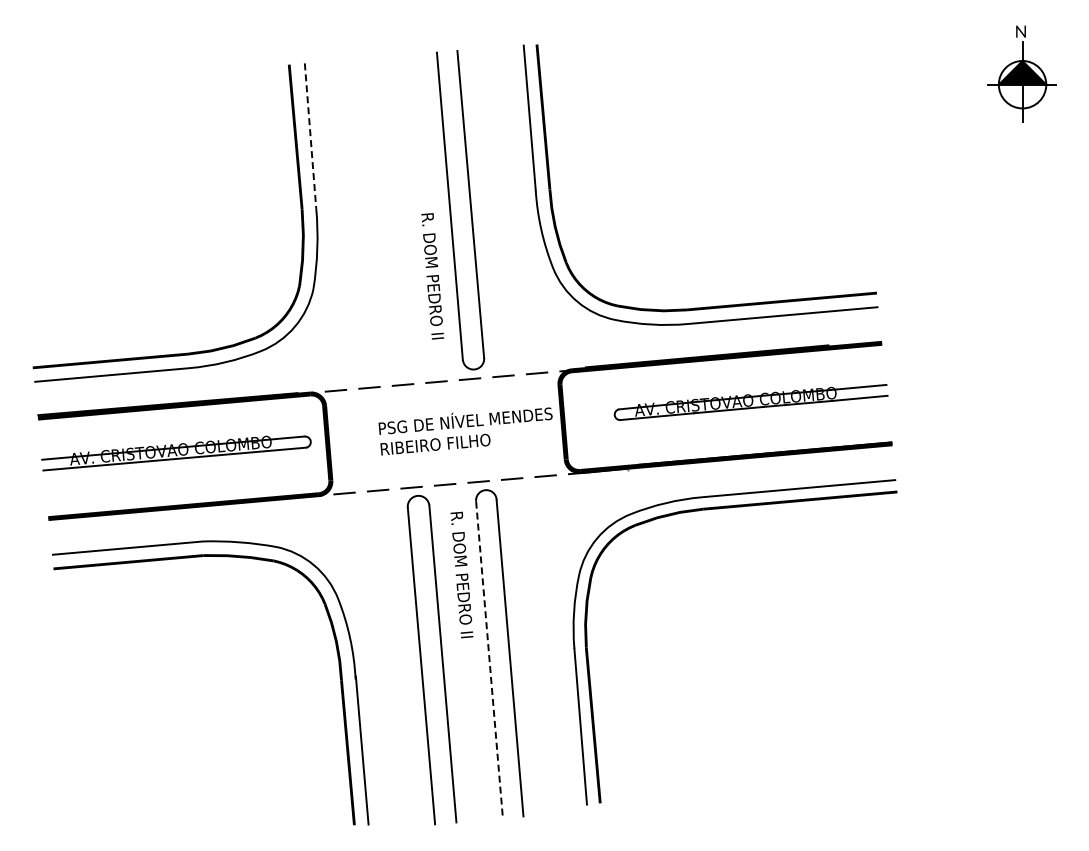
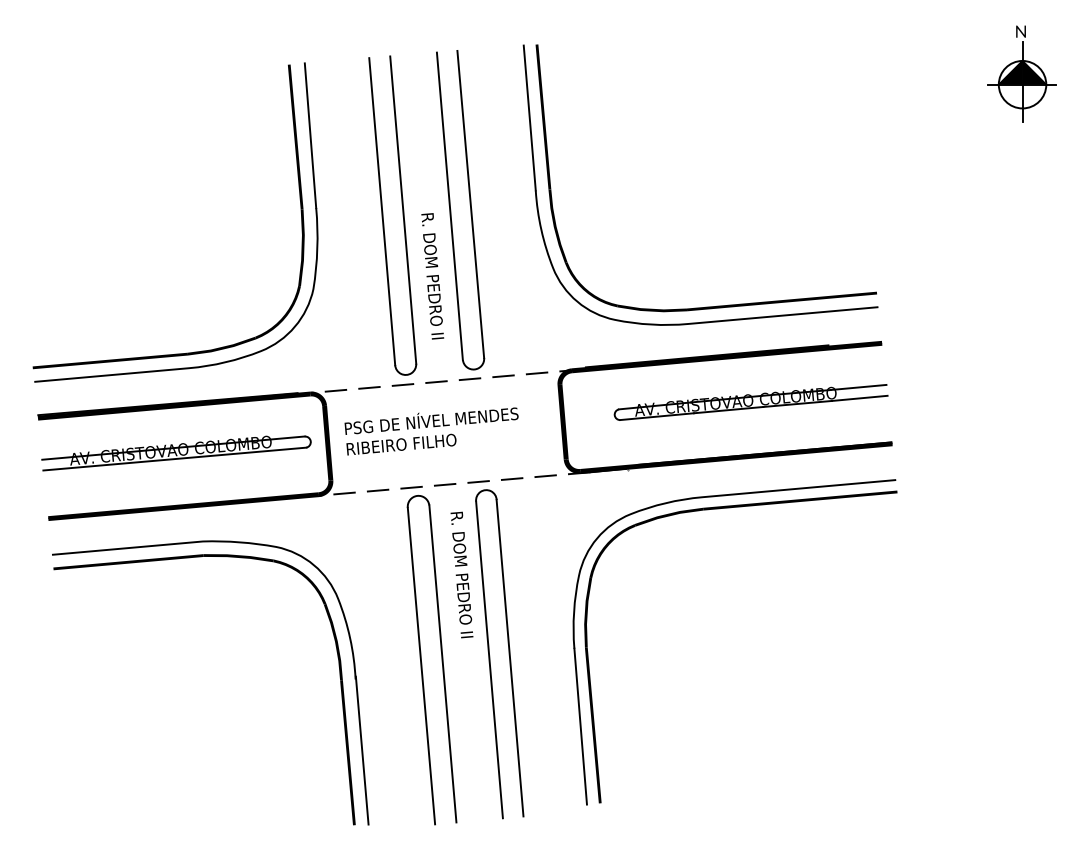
line at (310, 135): dashed -> solid
part at (383, 215): none -> present
text at (465, 431) position: (465, 431) -> (431, 431)
line at (489, 659): dashed -> solid
